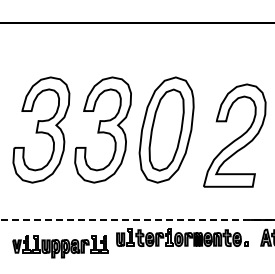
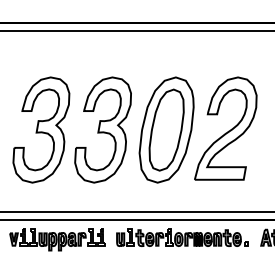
line at (136, 30): none -> present
part at (234, 135) position: (234, 135) -> (225, 128)
line at (136, 212): none -> present
line at (137, 219): dashed -> solid
part at (60, 246) position: (60, 246) -> (57, 239)
